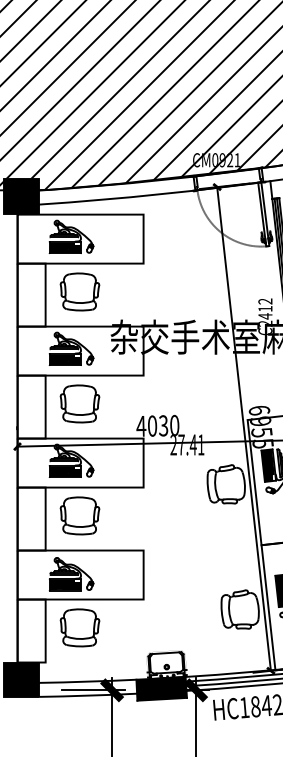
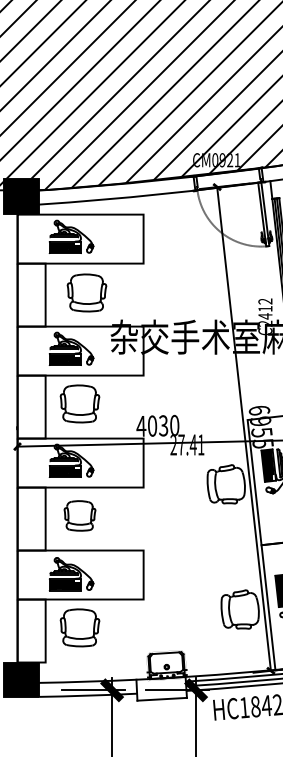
part at (79, 291) position: (79, 291) -> (86, 292)
part at (79, 515) size: 42x40 px -> 34x32 px
fill at (161, 688): present -> none
